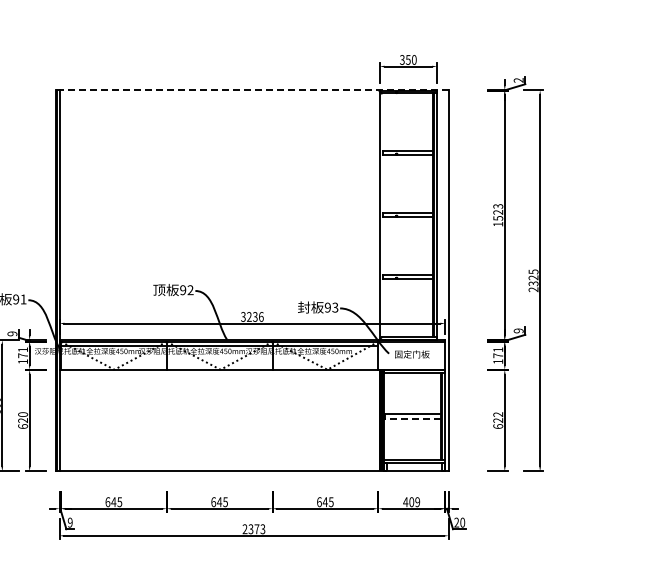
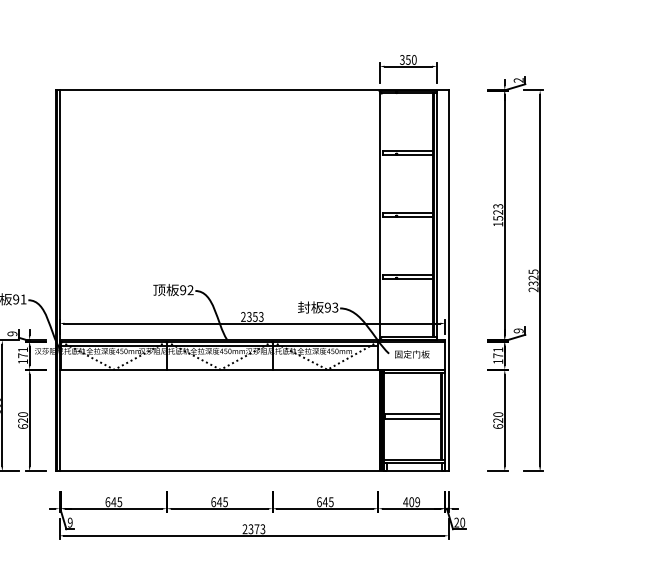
line at (251, 90): dashed -> solid
text at (252, 316): 3236 -> 2353
text at (498, 414): 622 -> 620
line at (413, 418): dashed -> solid
